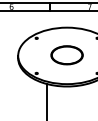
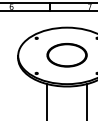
part at (66, 55) size: 34x21 px -> 42x25 px
line at (86, 100): none -> present
